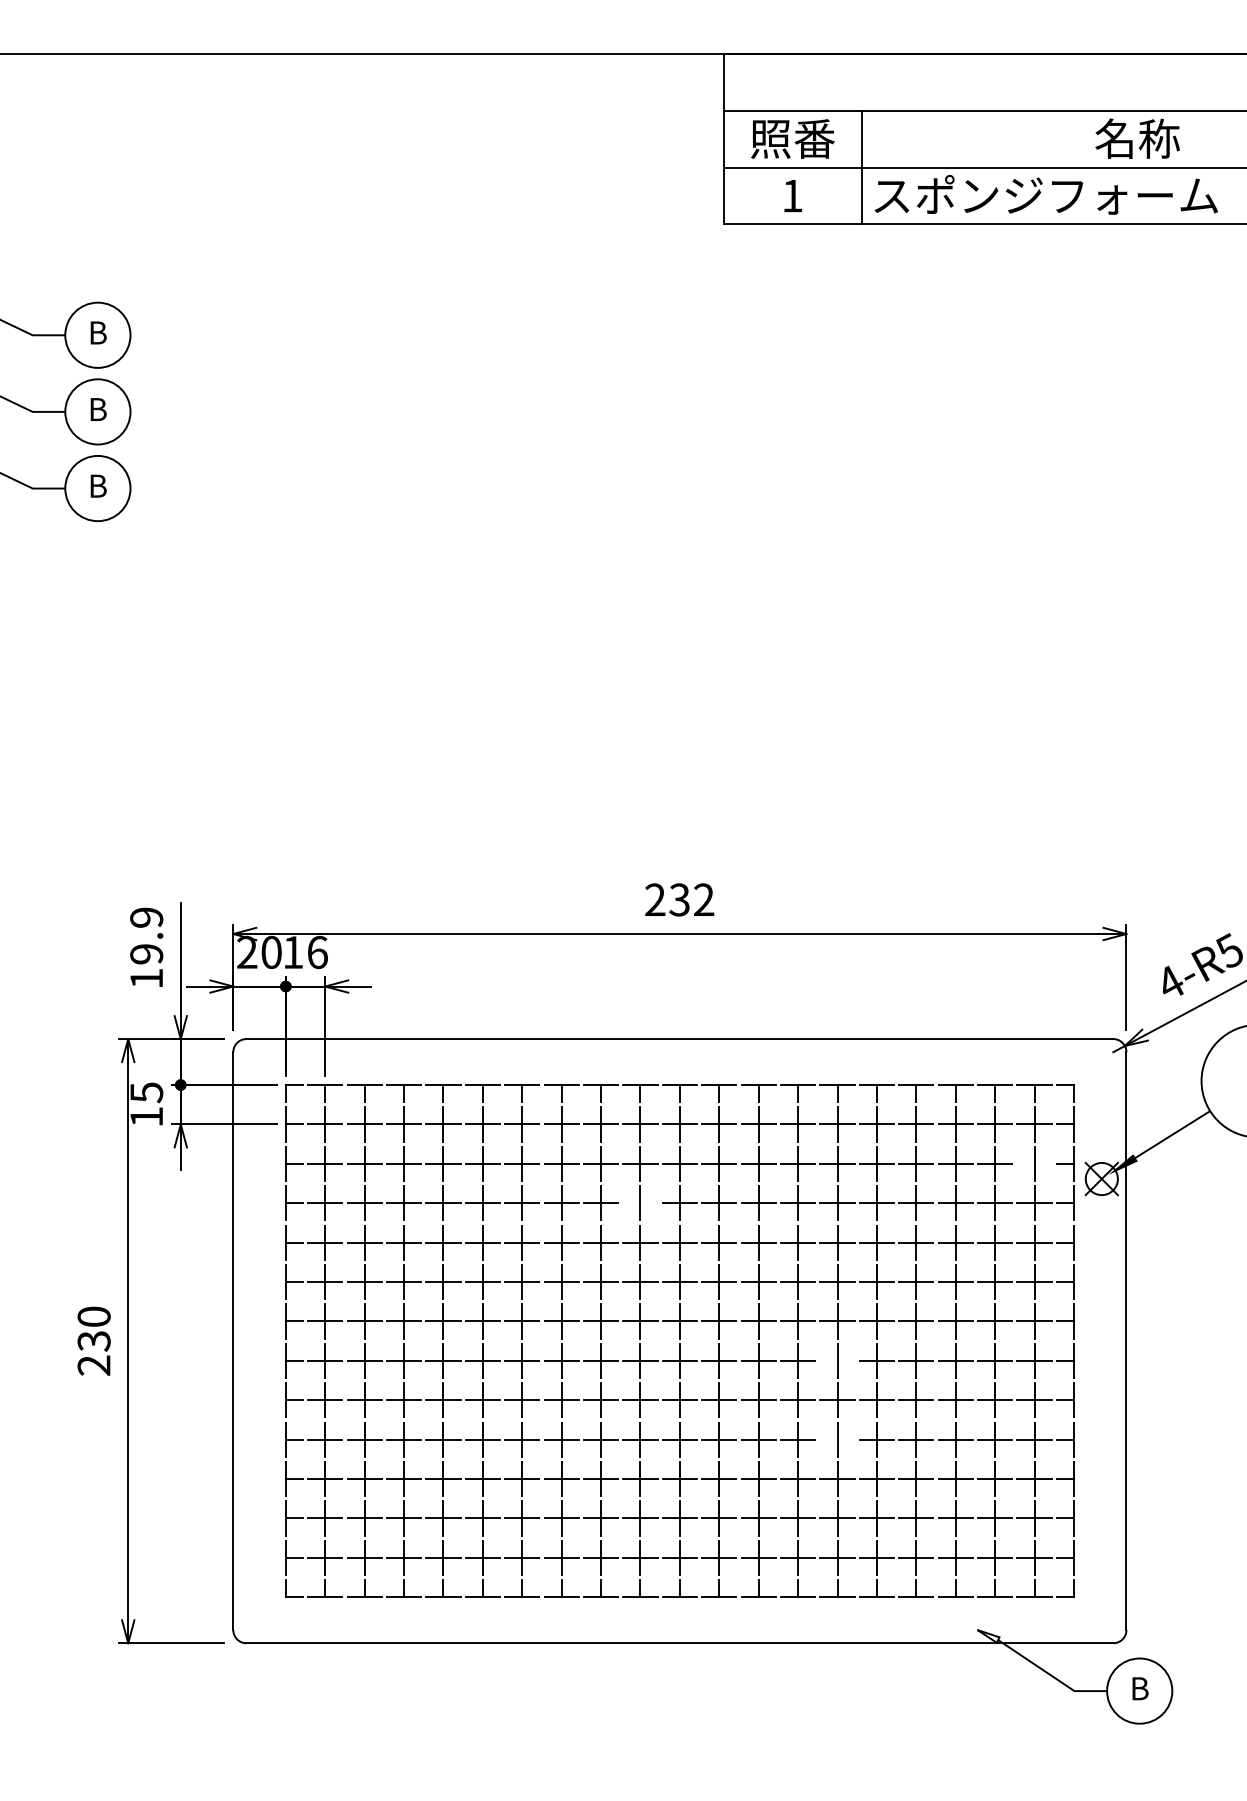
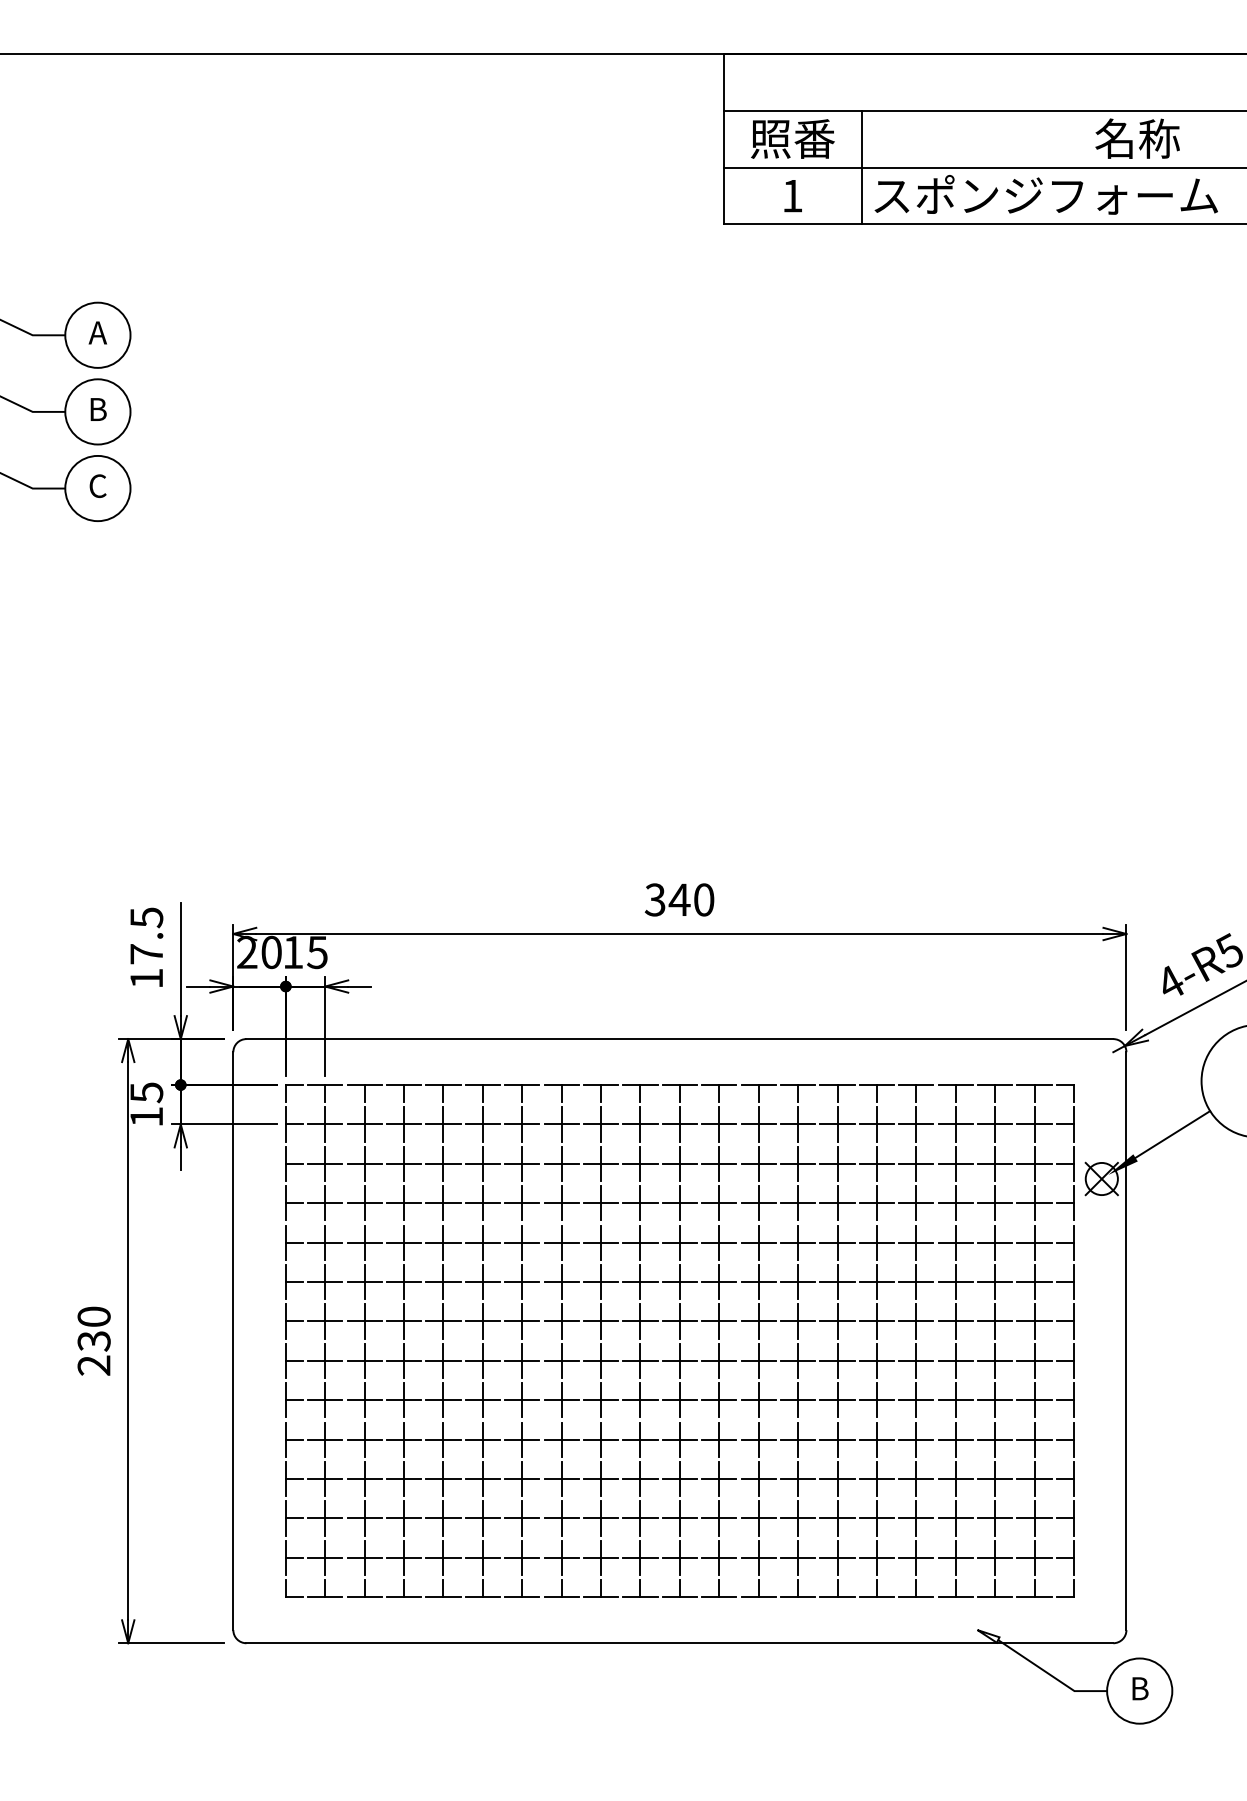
text at (97, 332): B -> A
text at (97, 486): B -> C
text at (679, 899): 232 -> 340
text at (146, 935): 19.9 -> 17.5
text at (317, 952): 16 -> 15
line at (1034, 1163): none -> present
line at (640, 1203): none -> present
line at (837, 1360): none -> present
line at (837, 1439): none -> present
